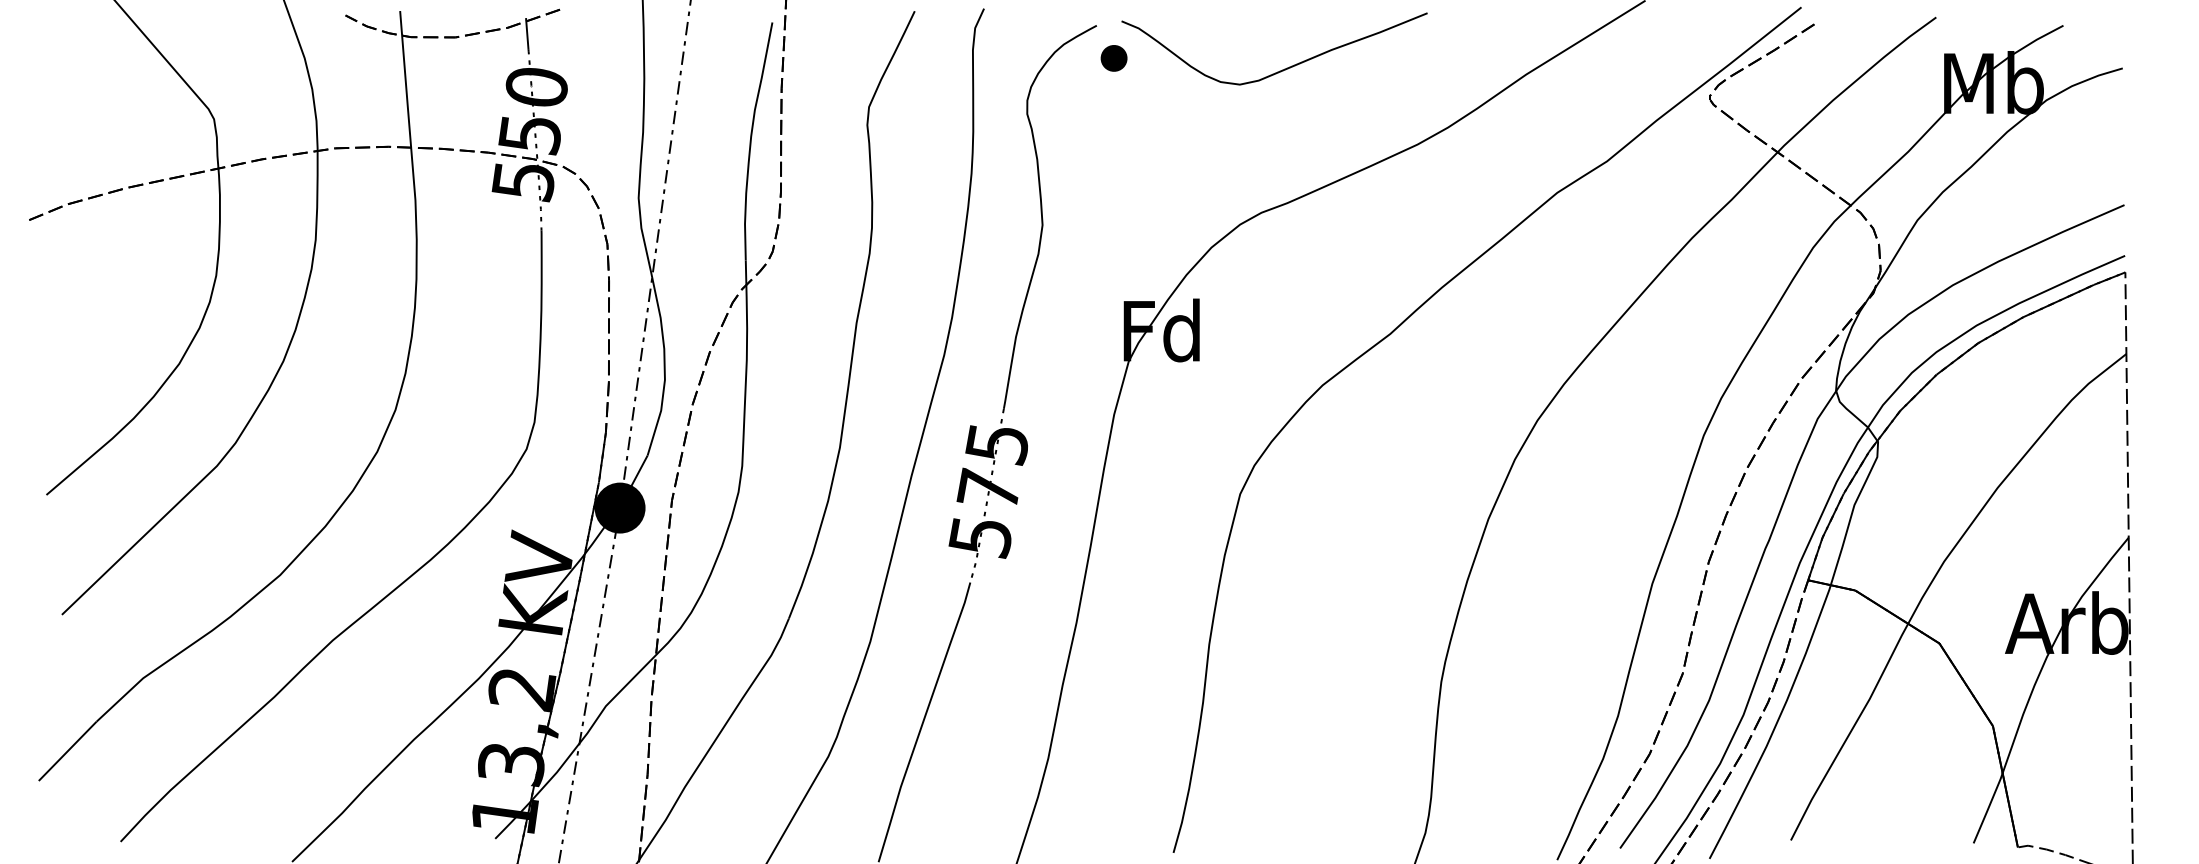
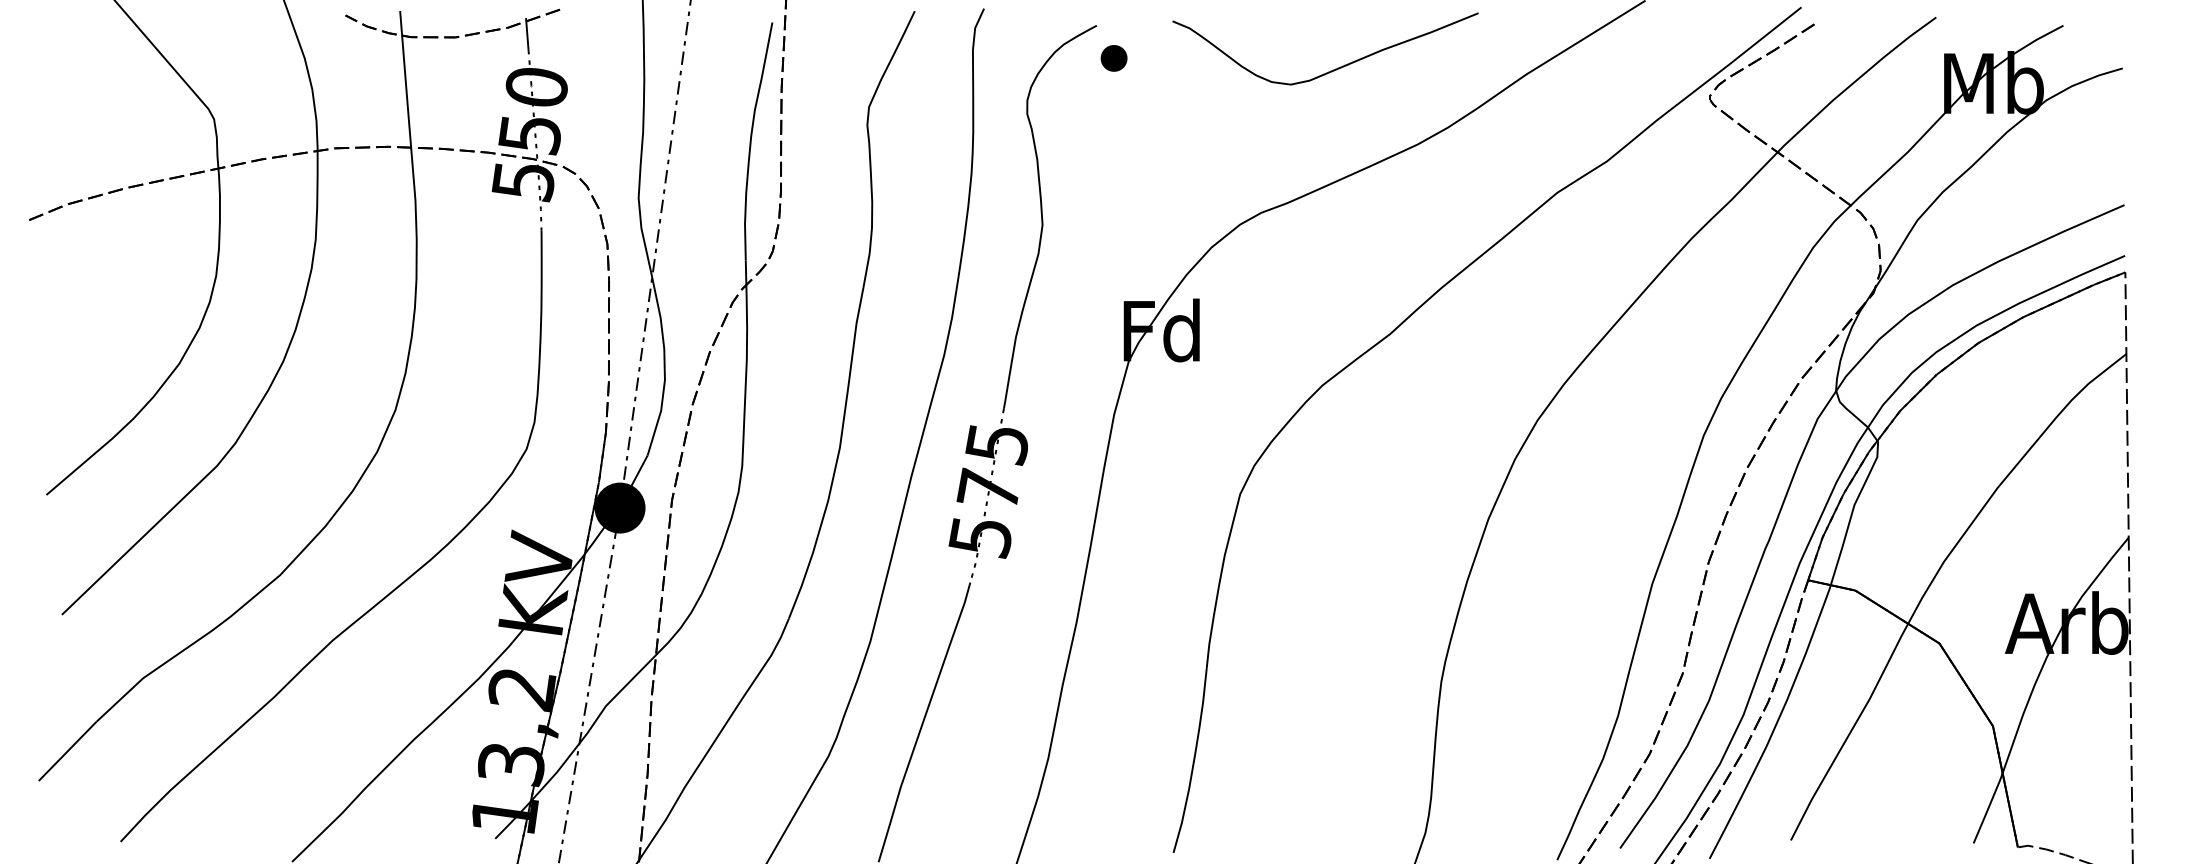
curve at (1284, 68) position: (1284, 68) -> (1335, 68)
